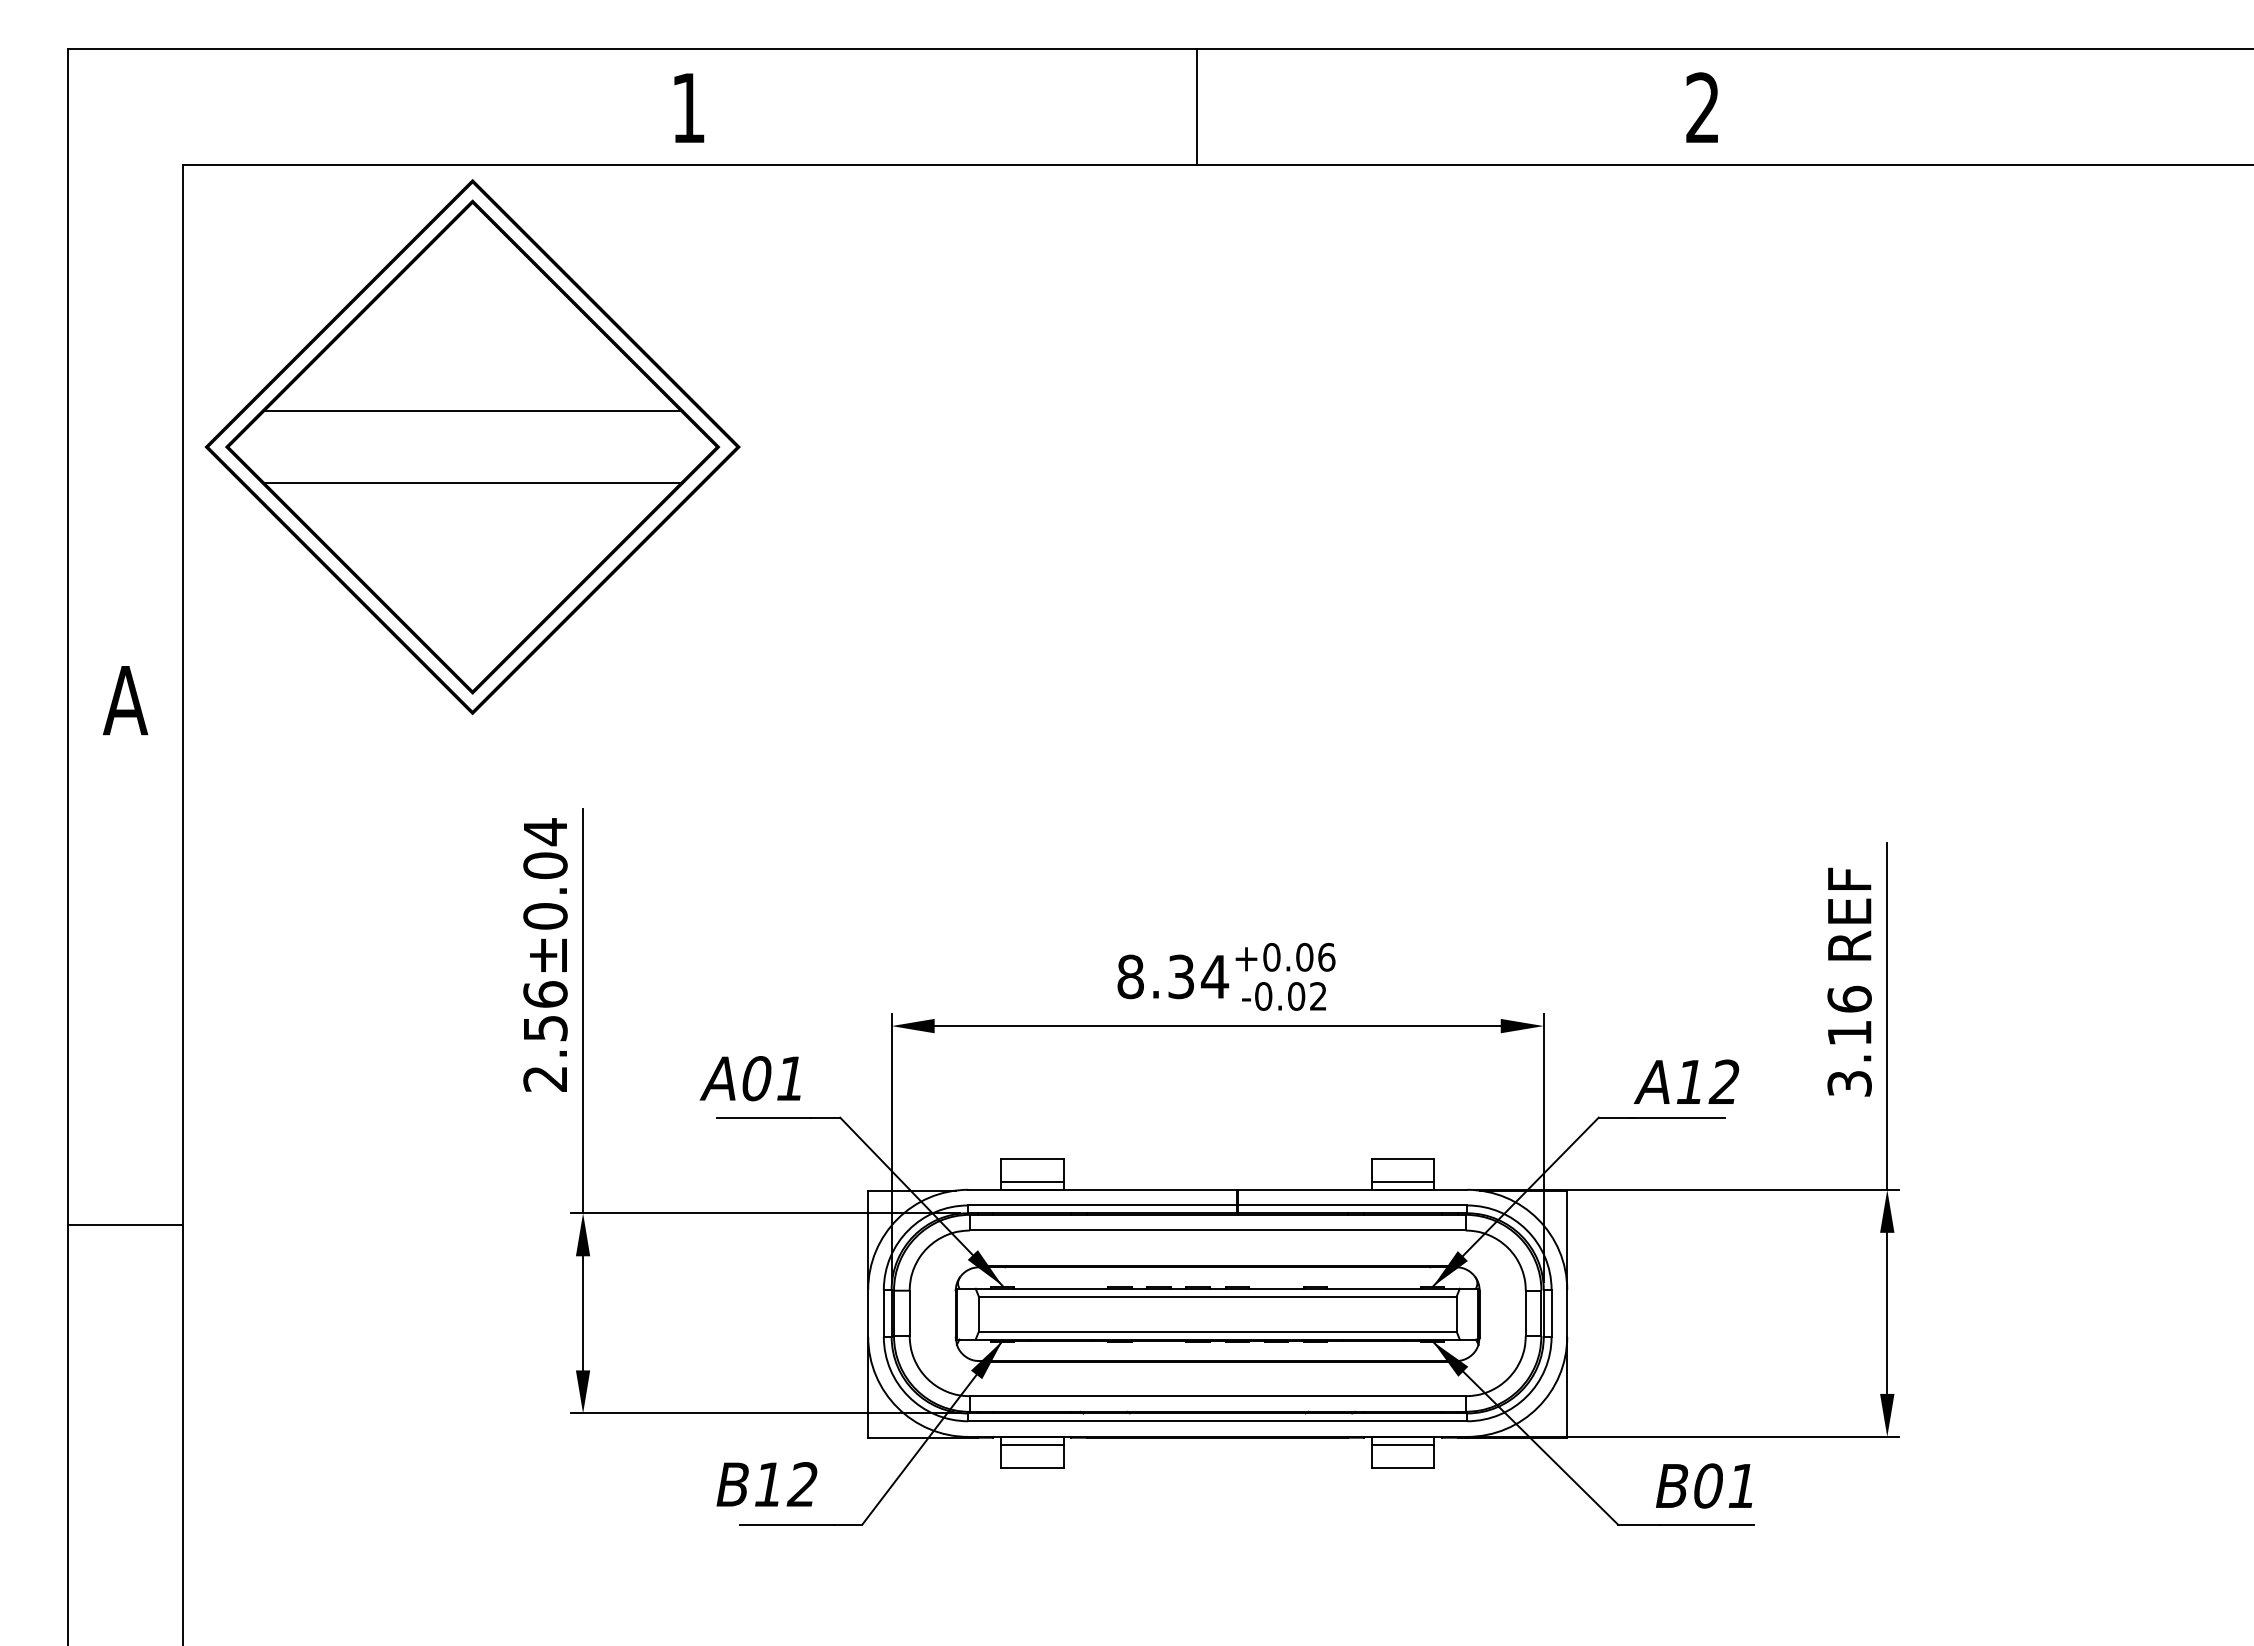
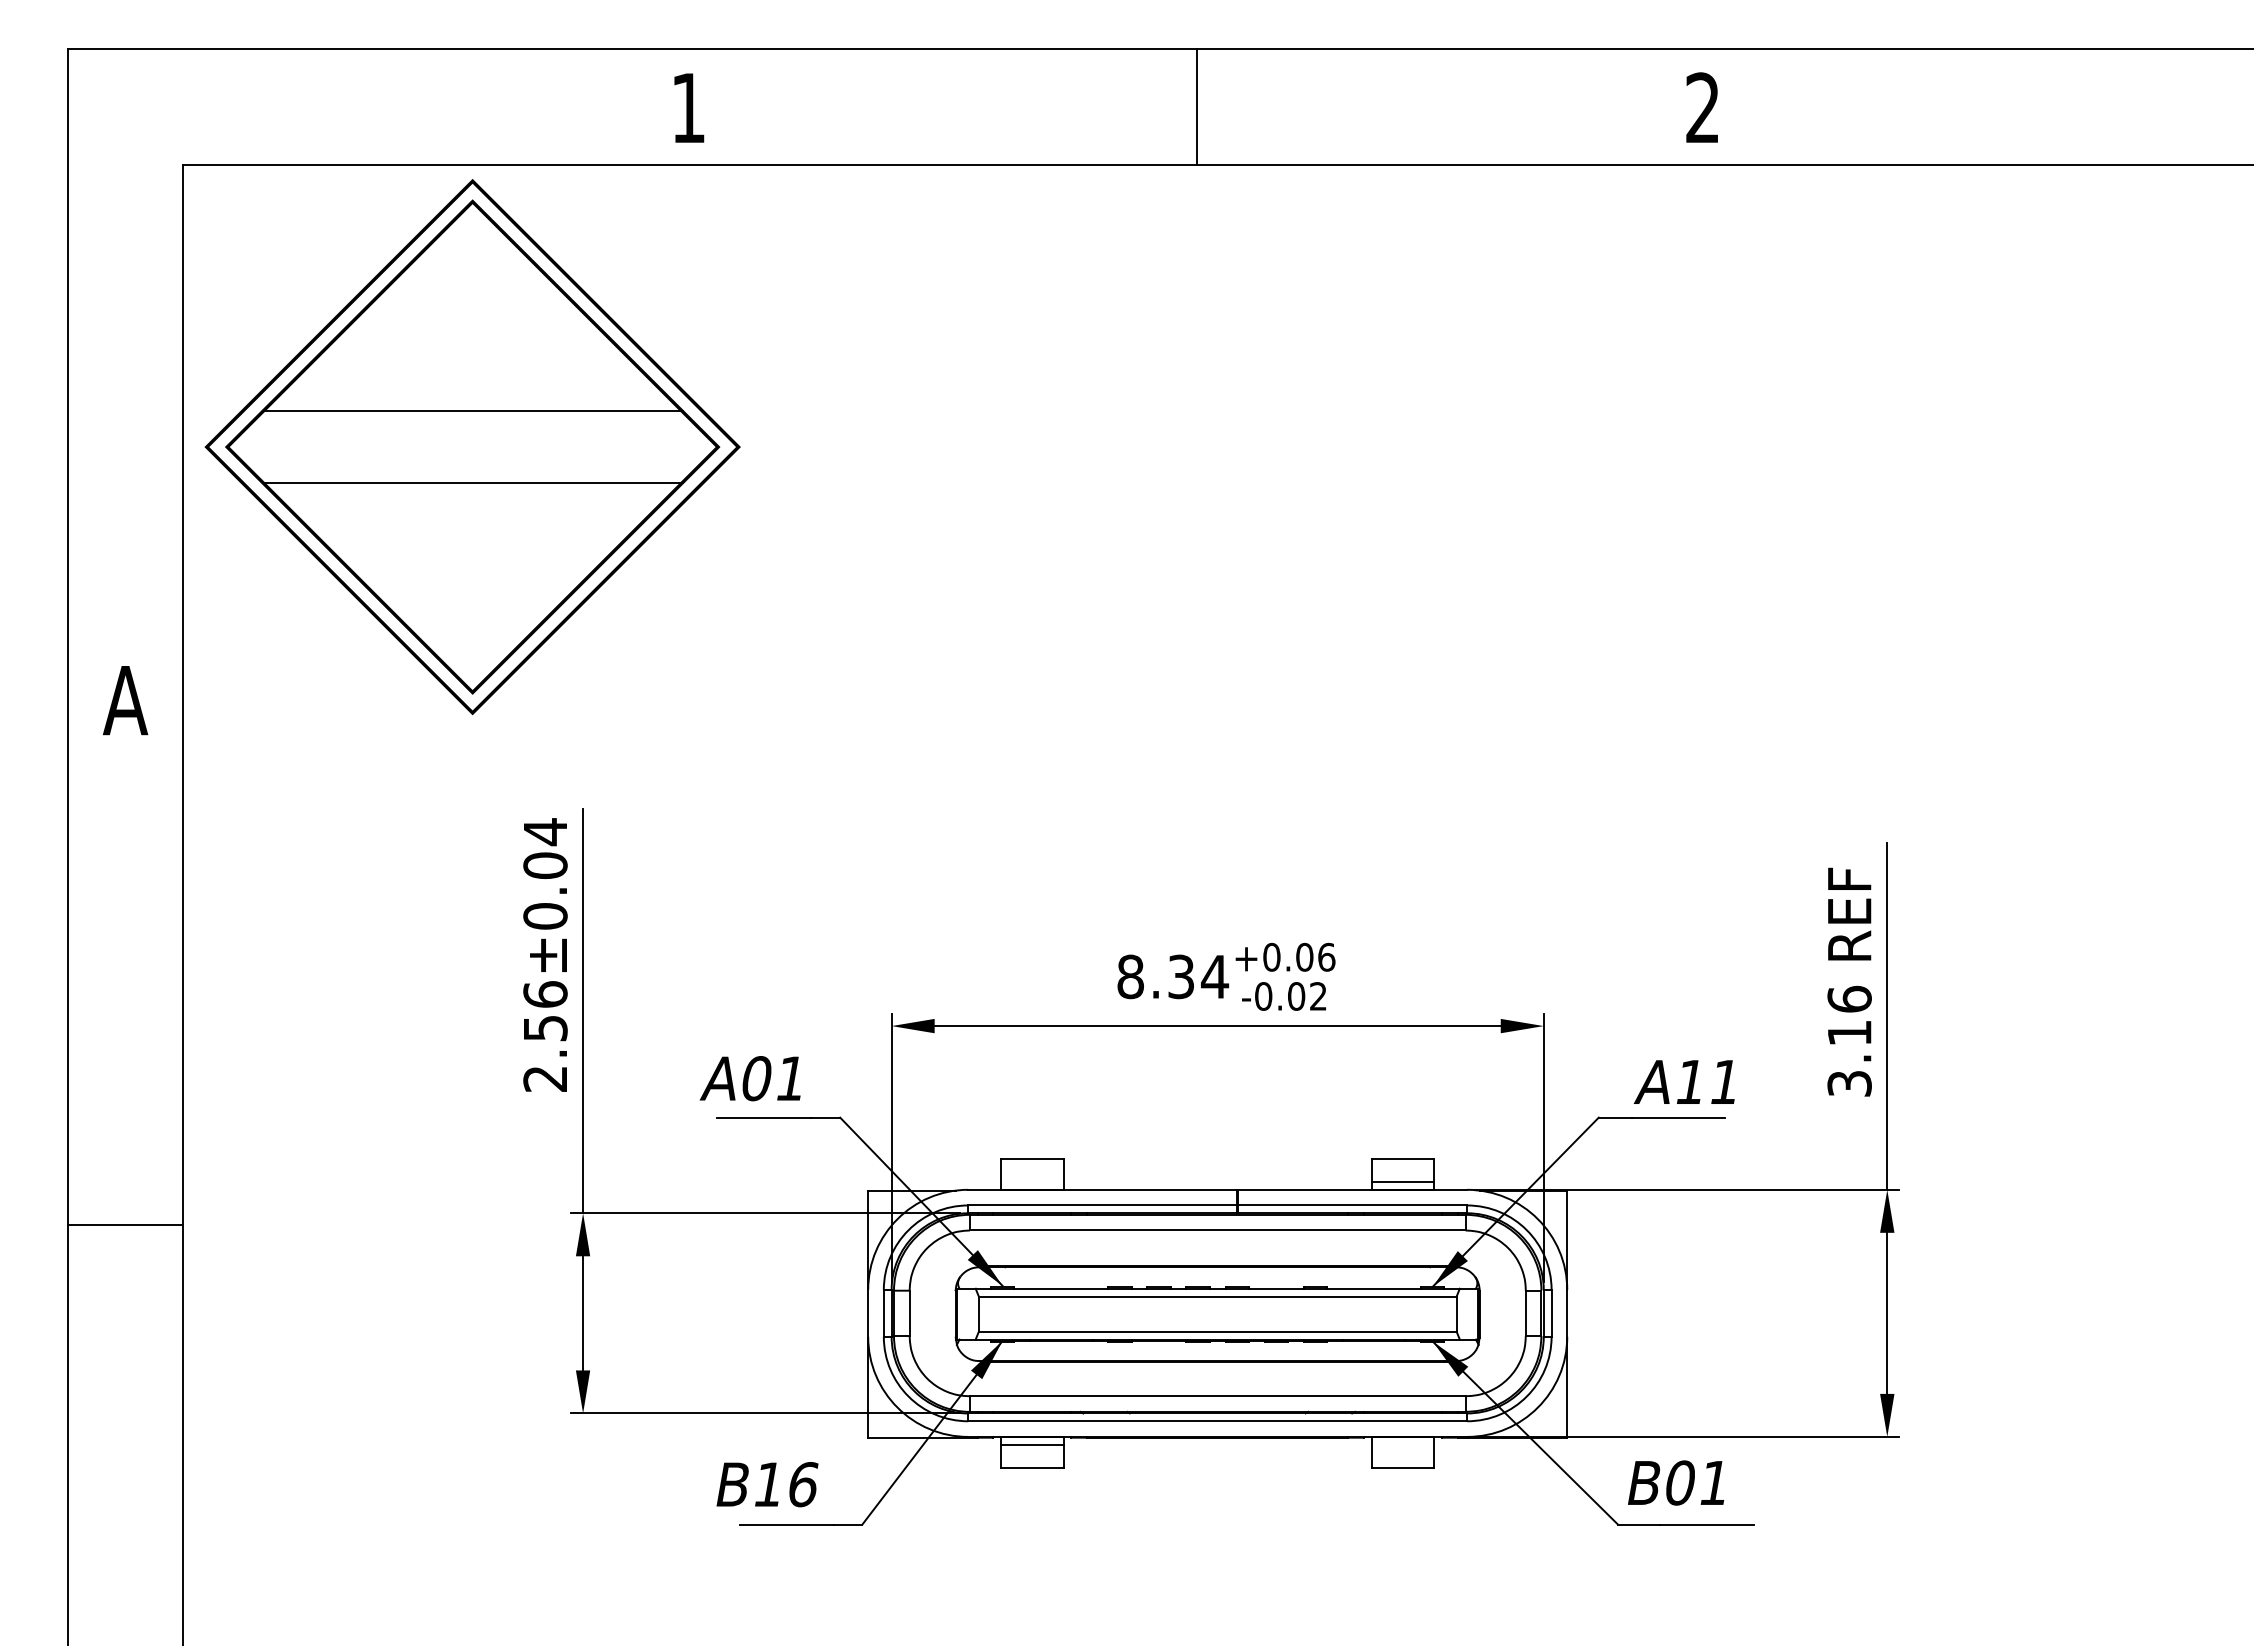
text at (1723, 1081): A12 -> A11
line at (1032, 1182): present -> none
line at (1402, 1444): present -> none
text at (802, 1484): B12 -> B16
text at (1704, 1485) position: (1704, 1485) -> (1676, 1482)
